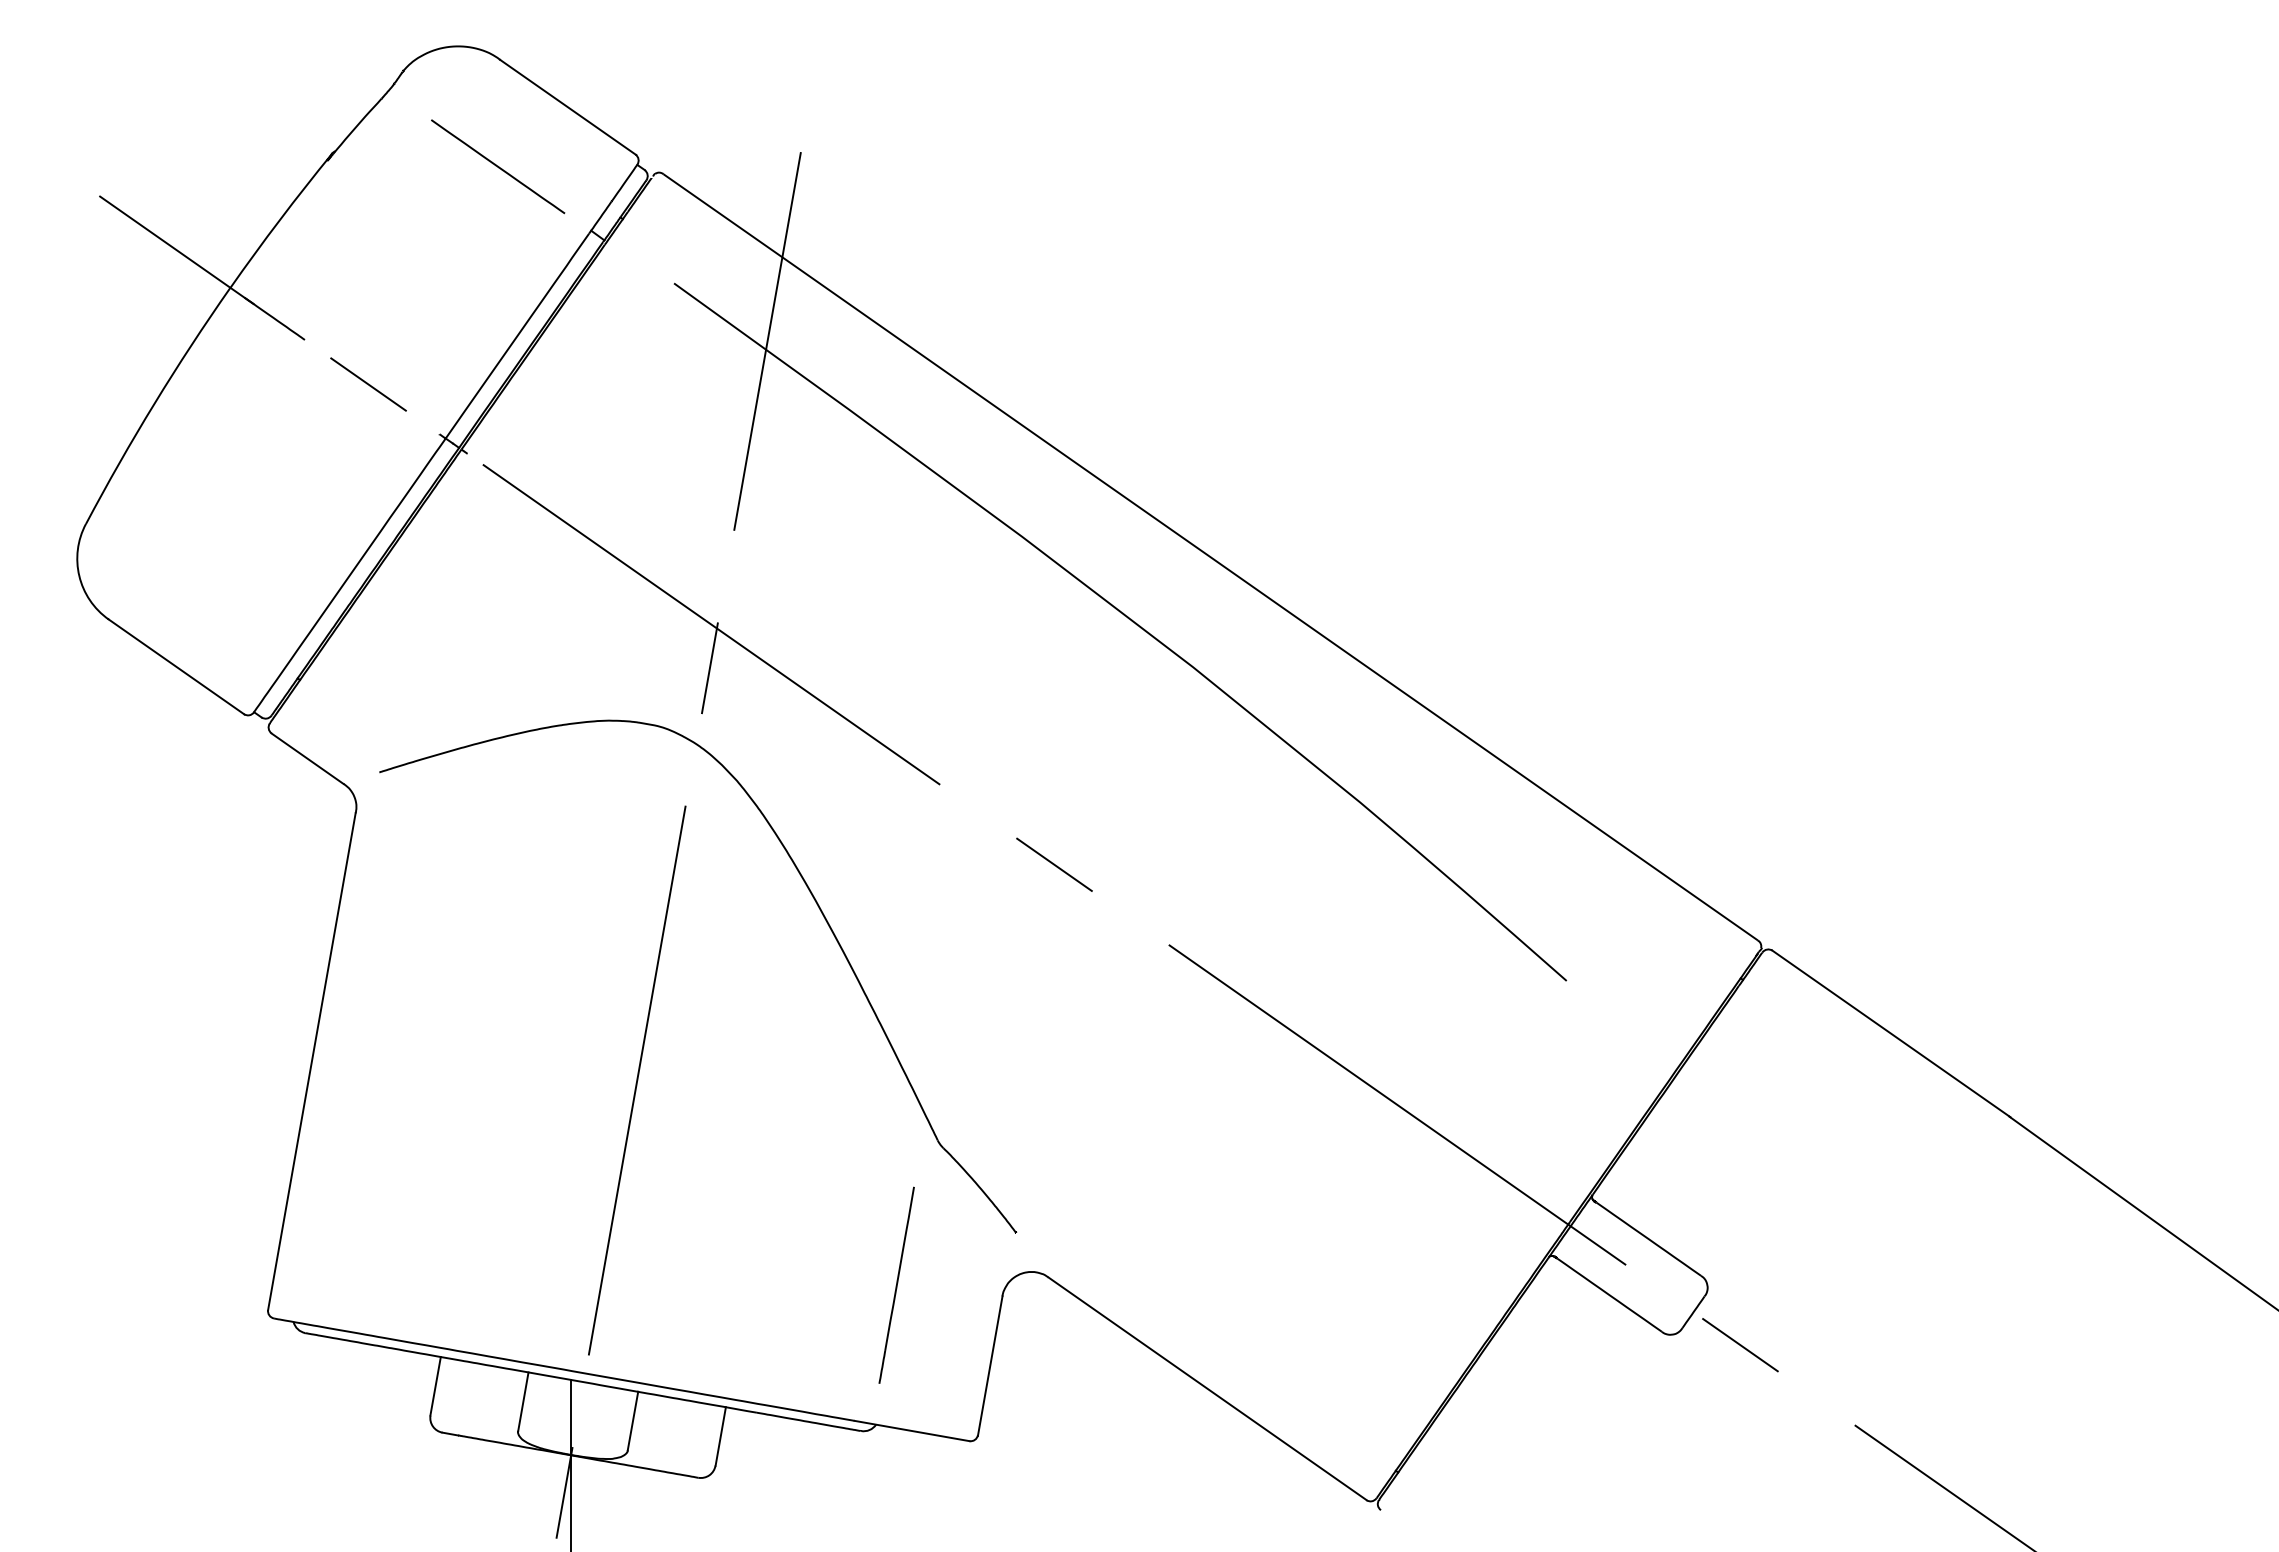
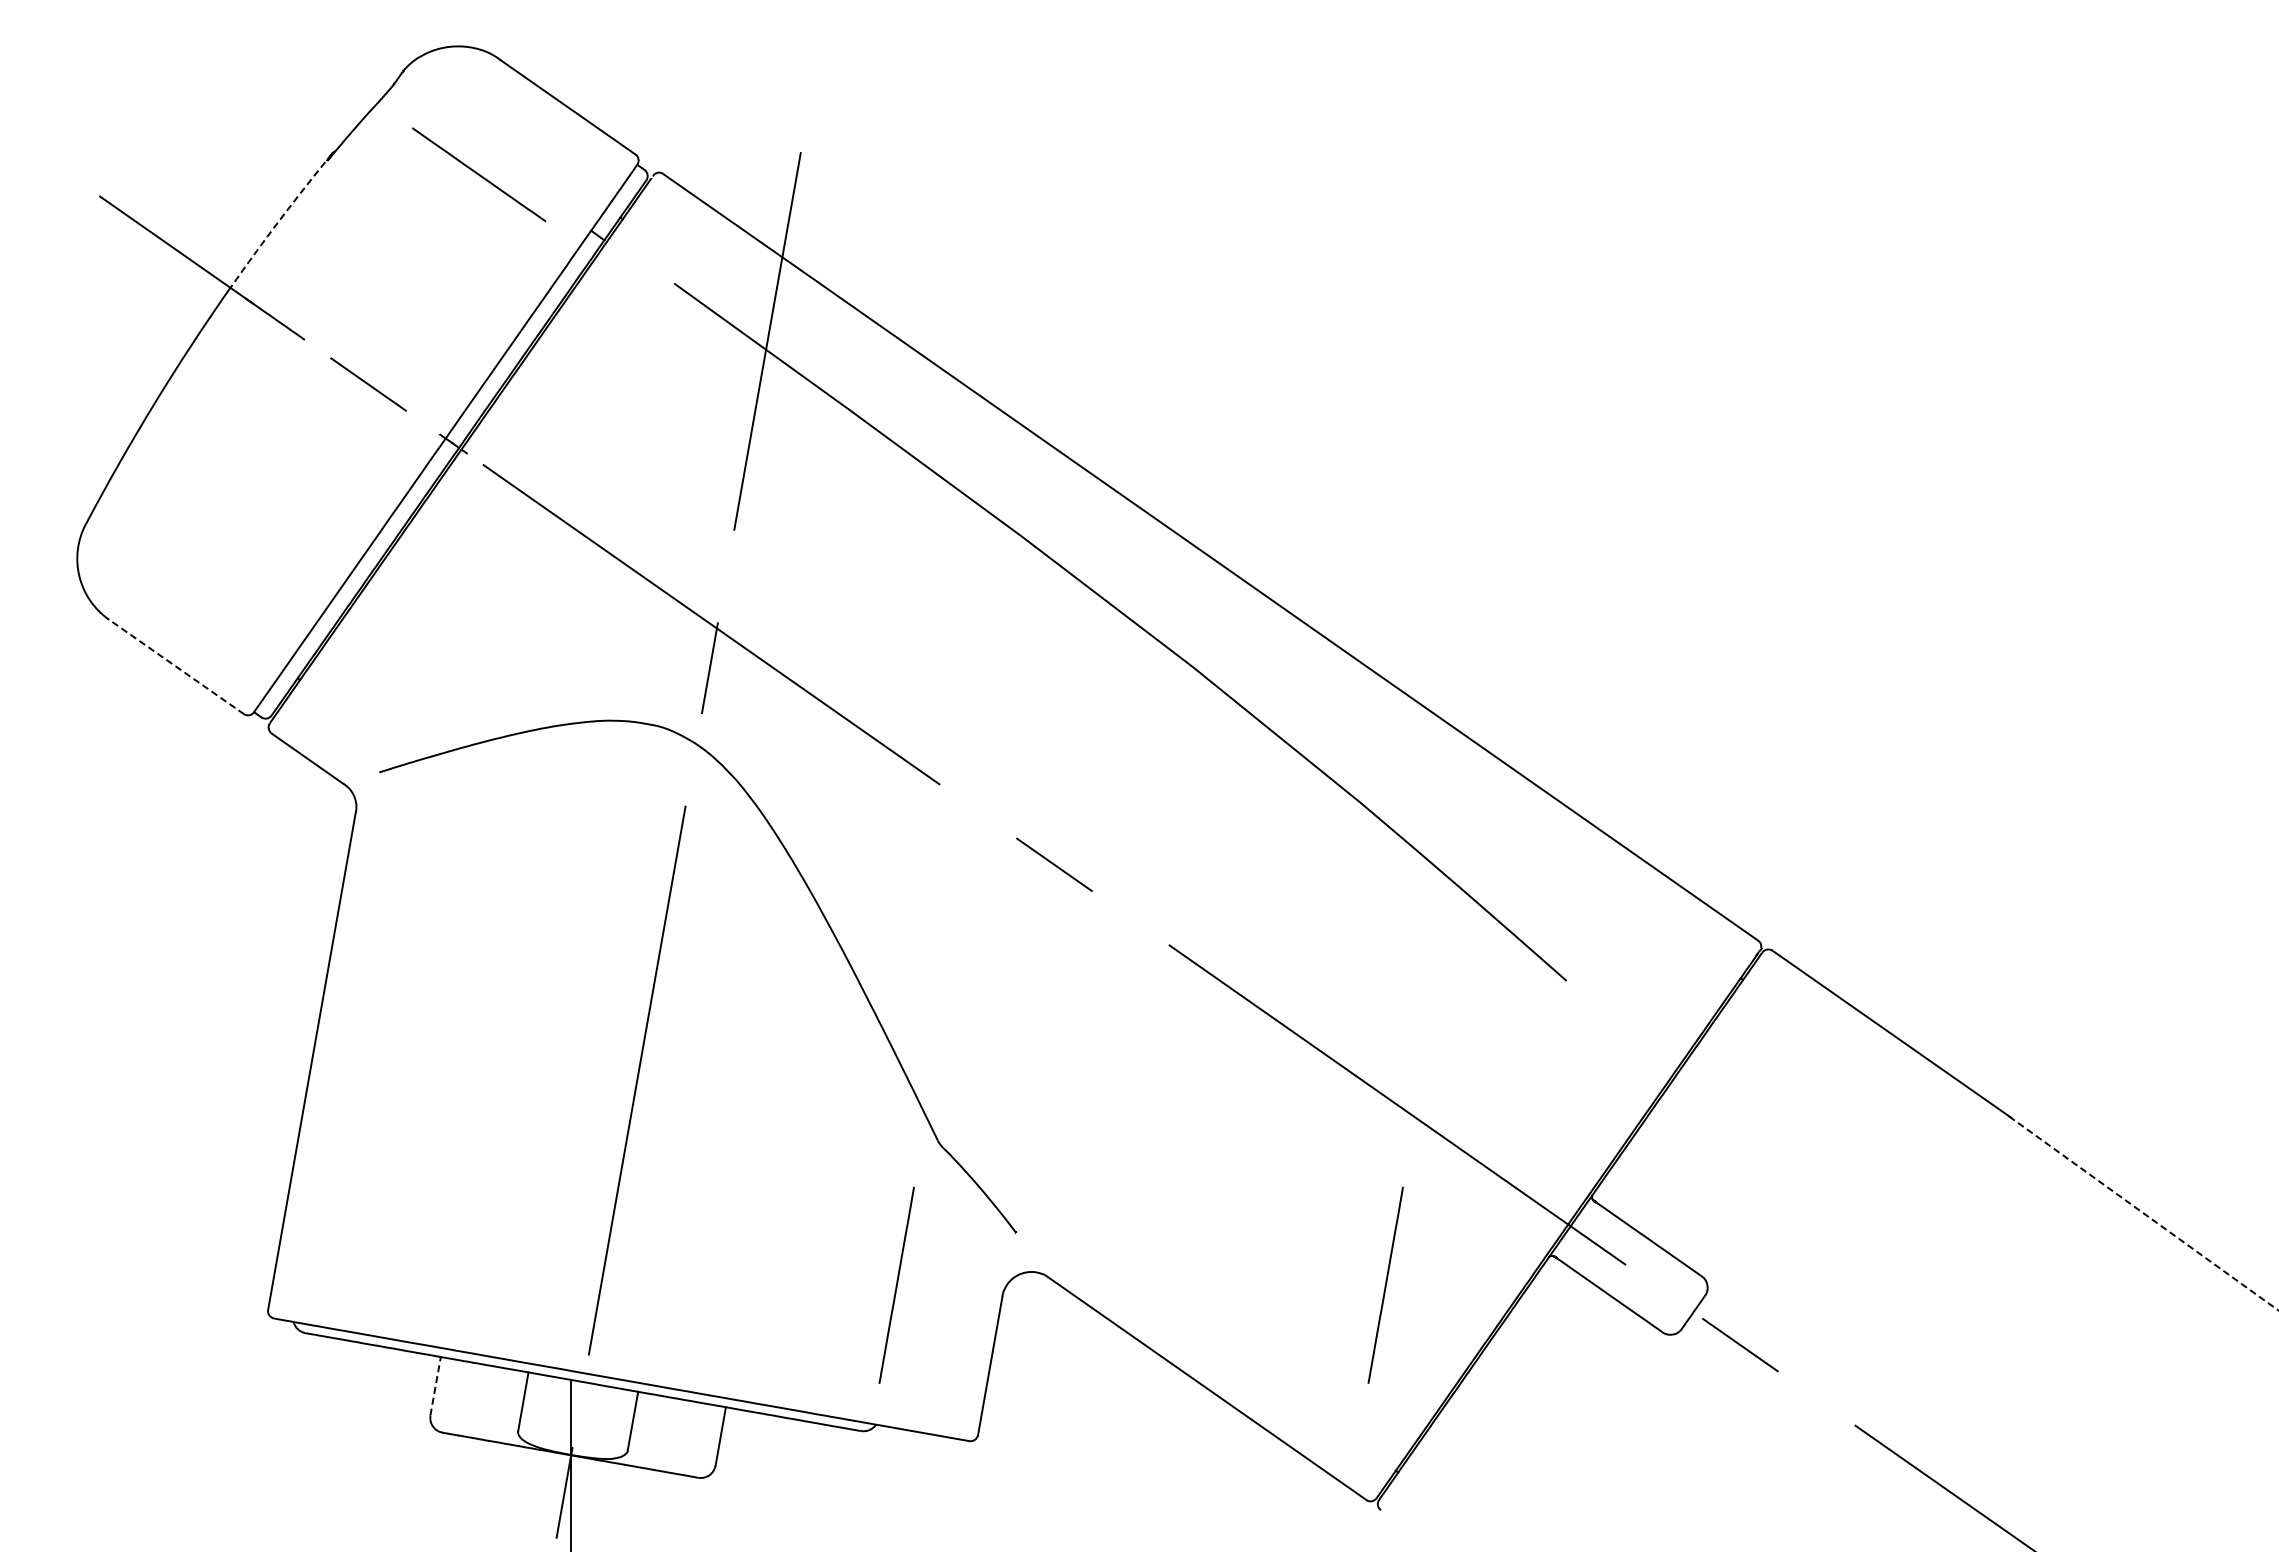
line at (498, 166) position: (498, 166) -> (479, 174)
arc at (280, 219): solid -> dashed
line at (176, 666): solid -> dashed
line at (2143, 1213): solid -> dashed
line at (1385, 1284): none -> present
line at (435, 1386): solid -> dashed
